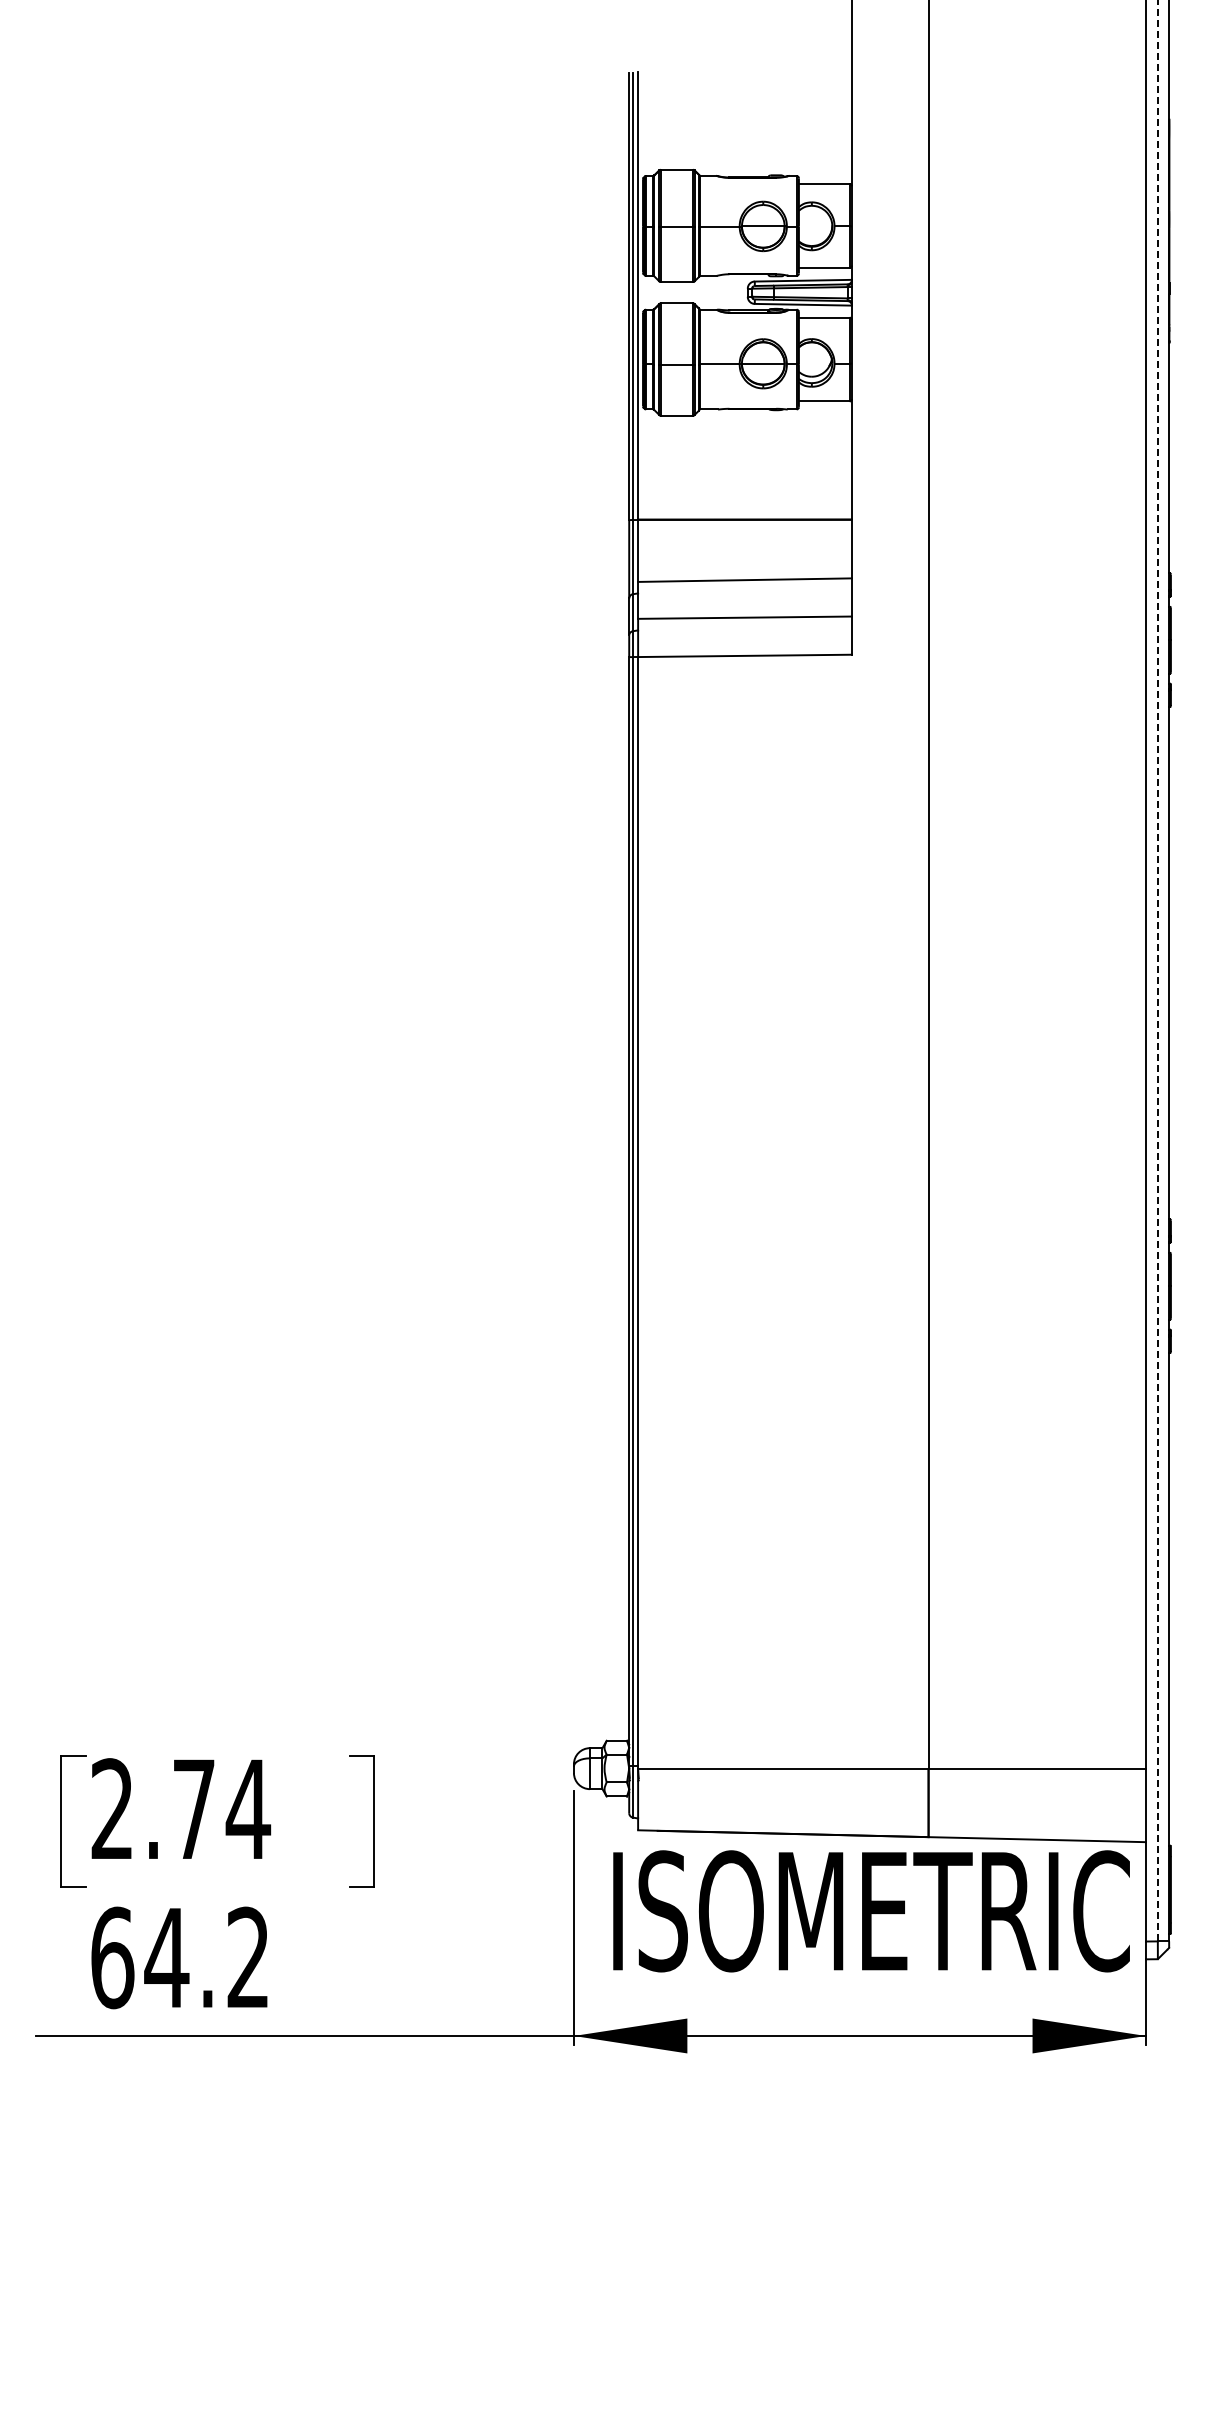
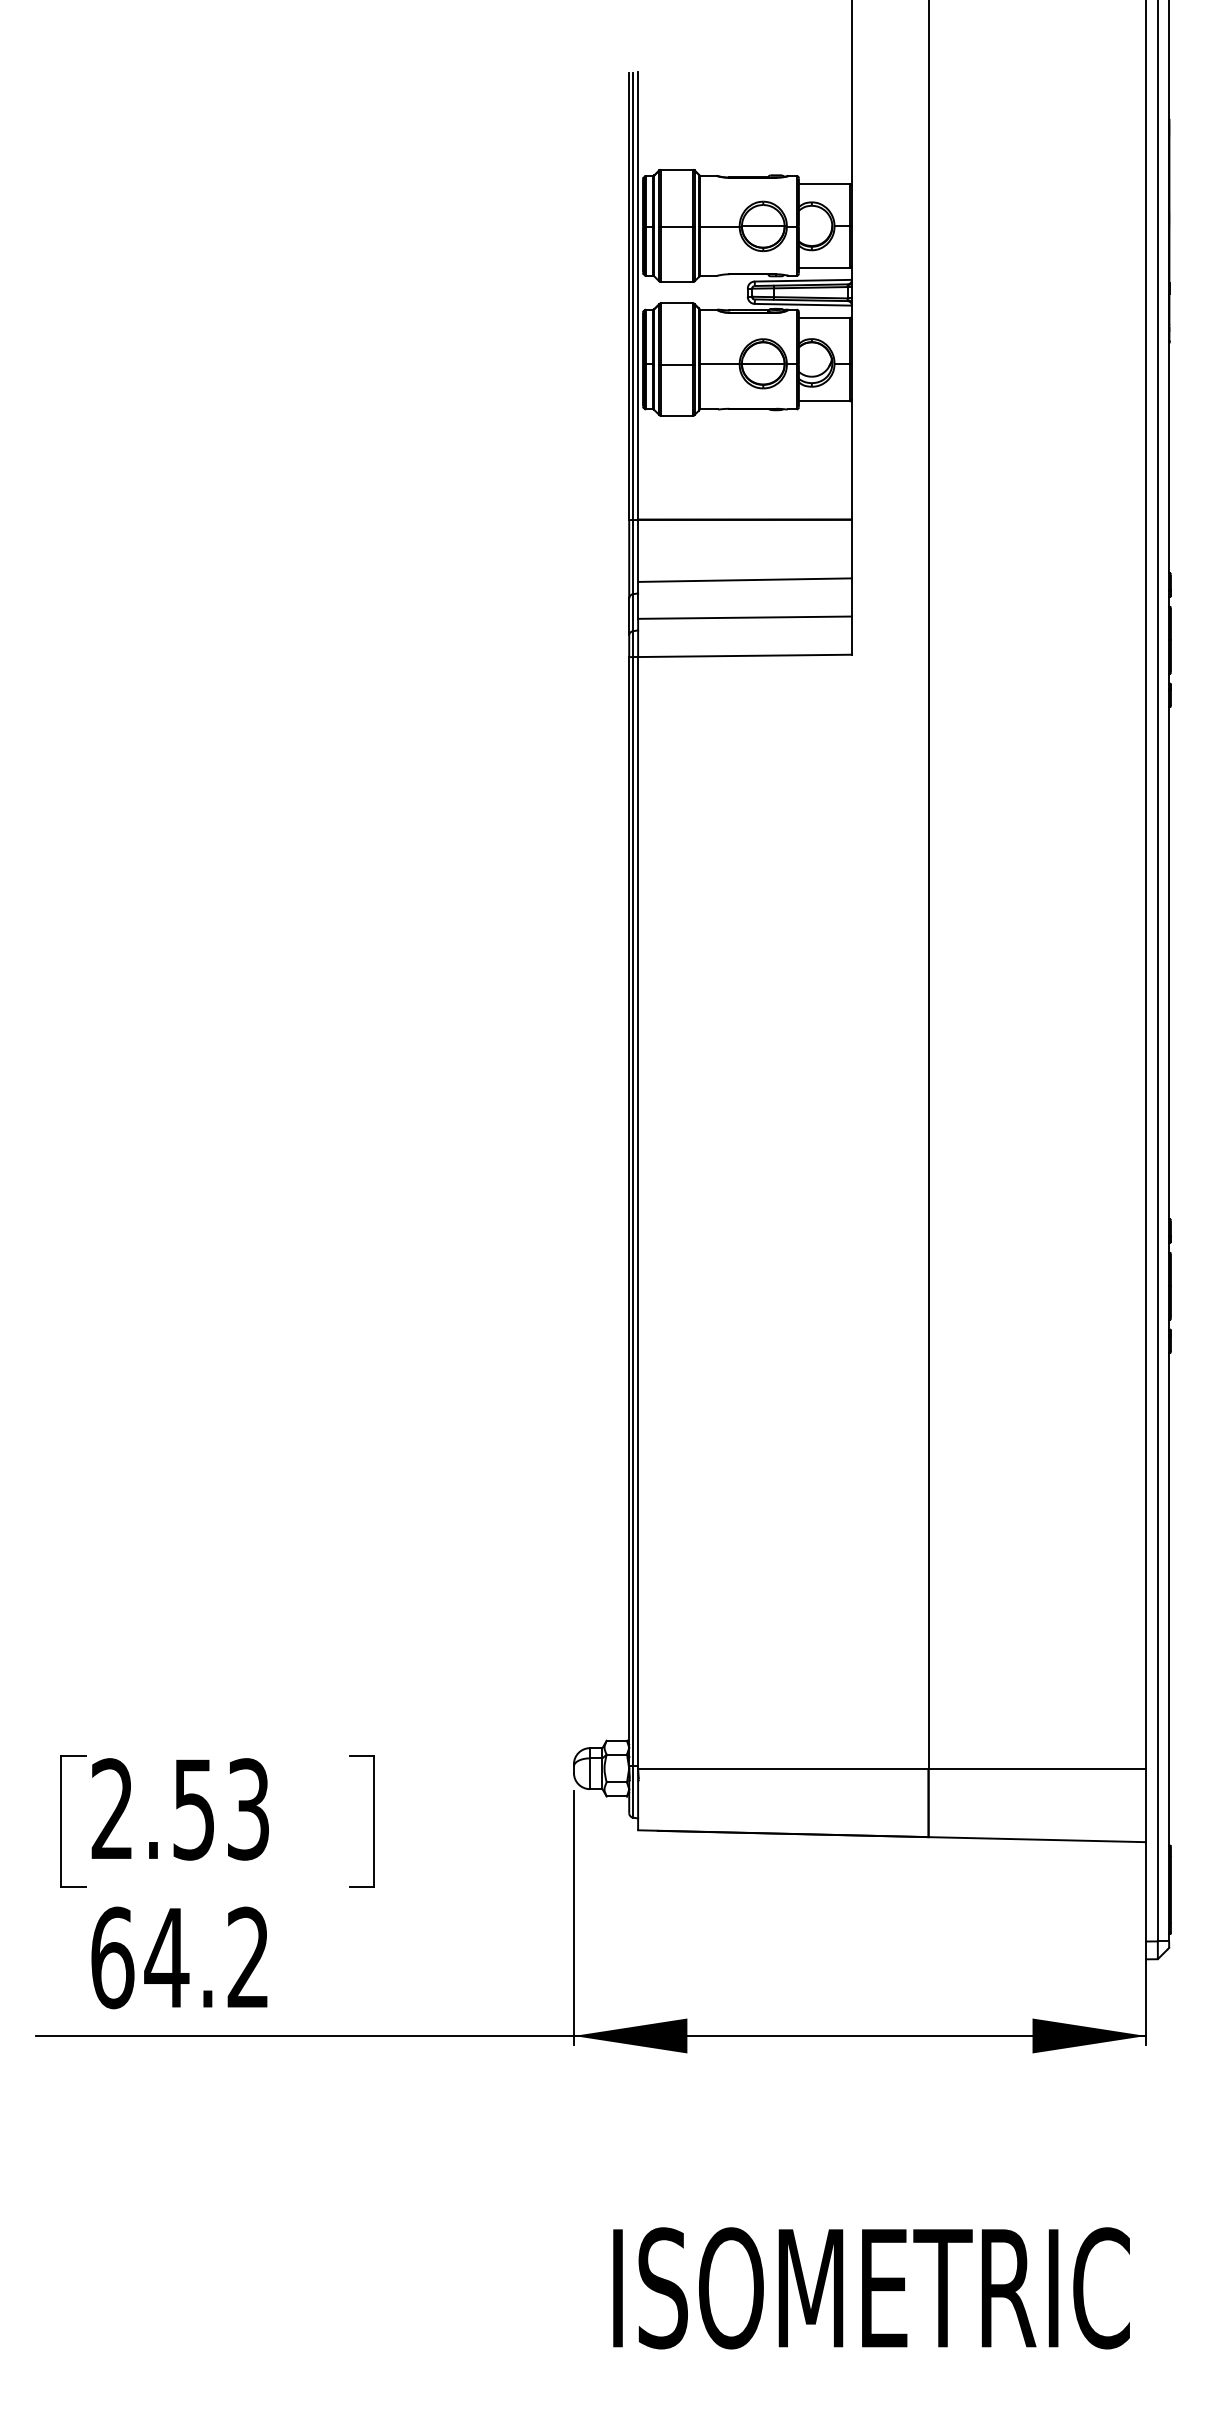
line at (1157, 970): dashed -> solid
text at (222, 1809): 2.74 -> 2.53
text at (871, 1911) position: (871, 1911) -> (871, 2288)
